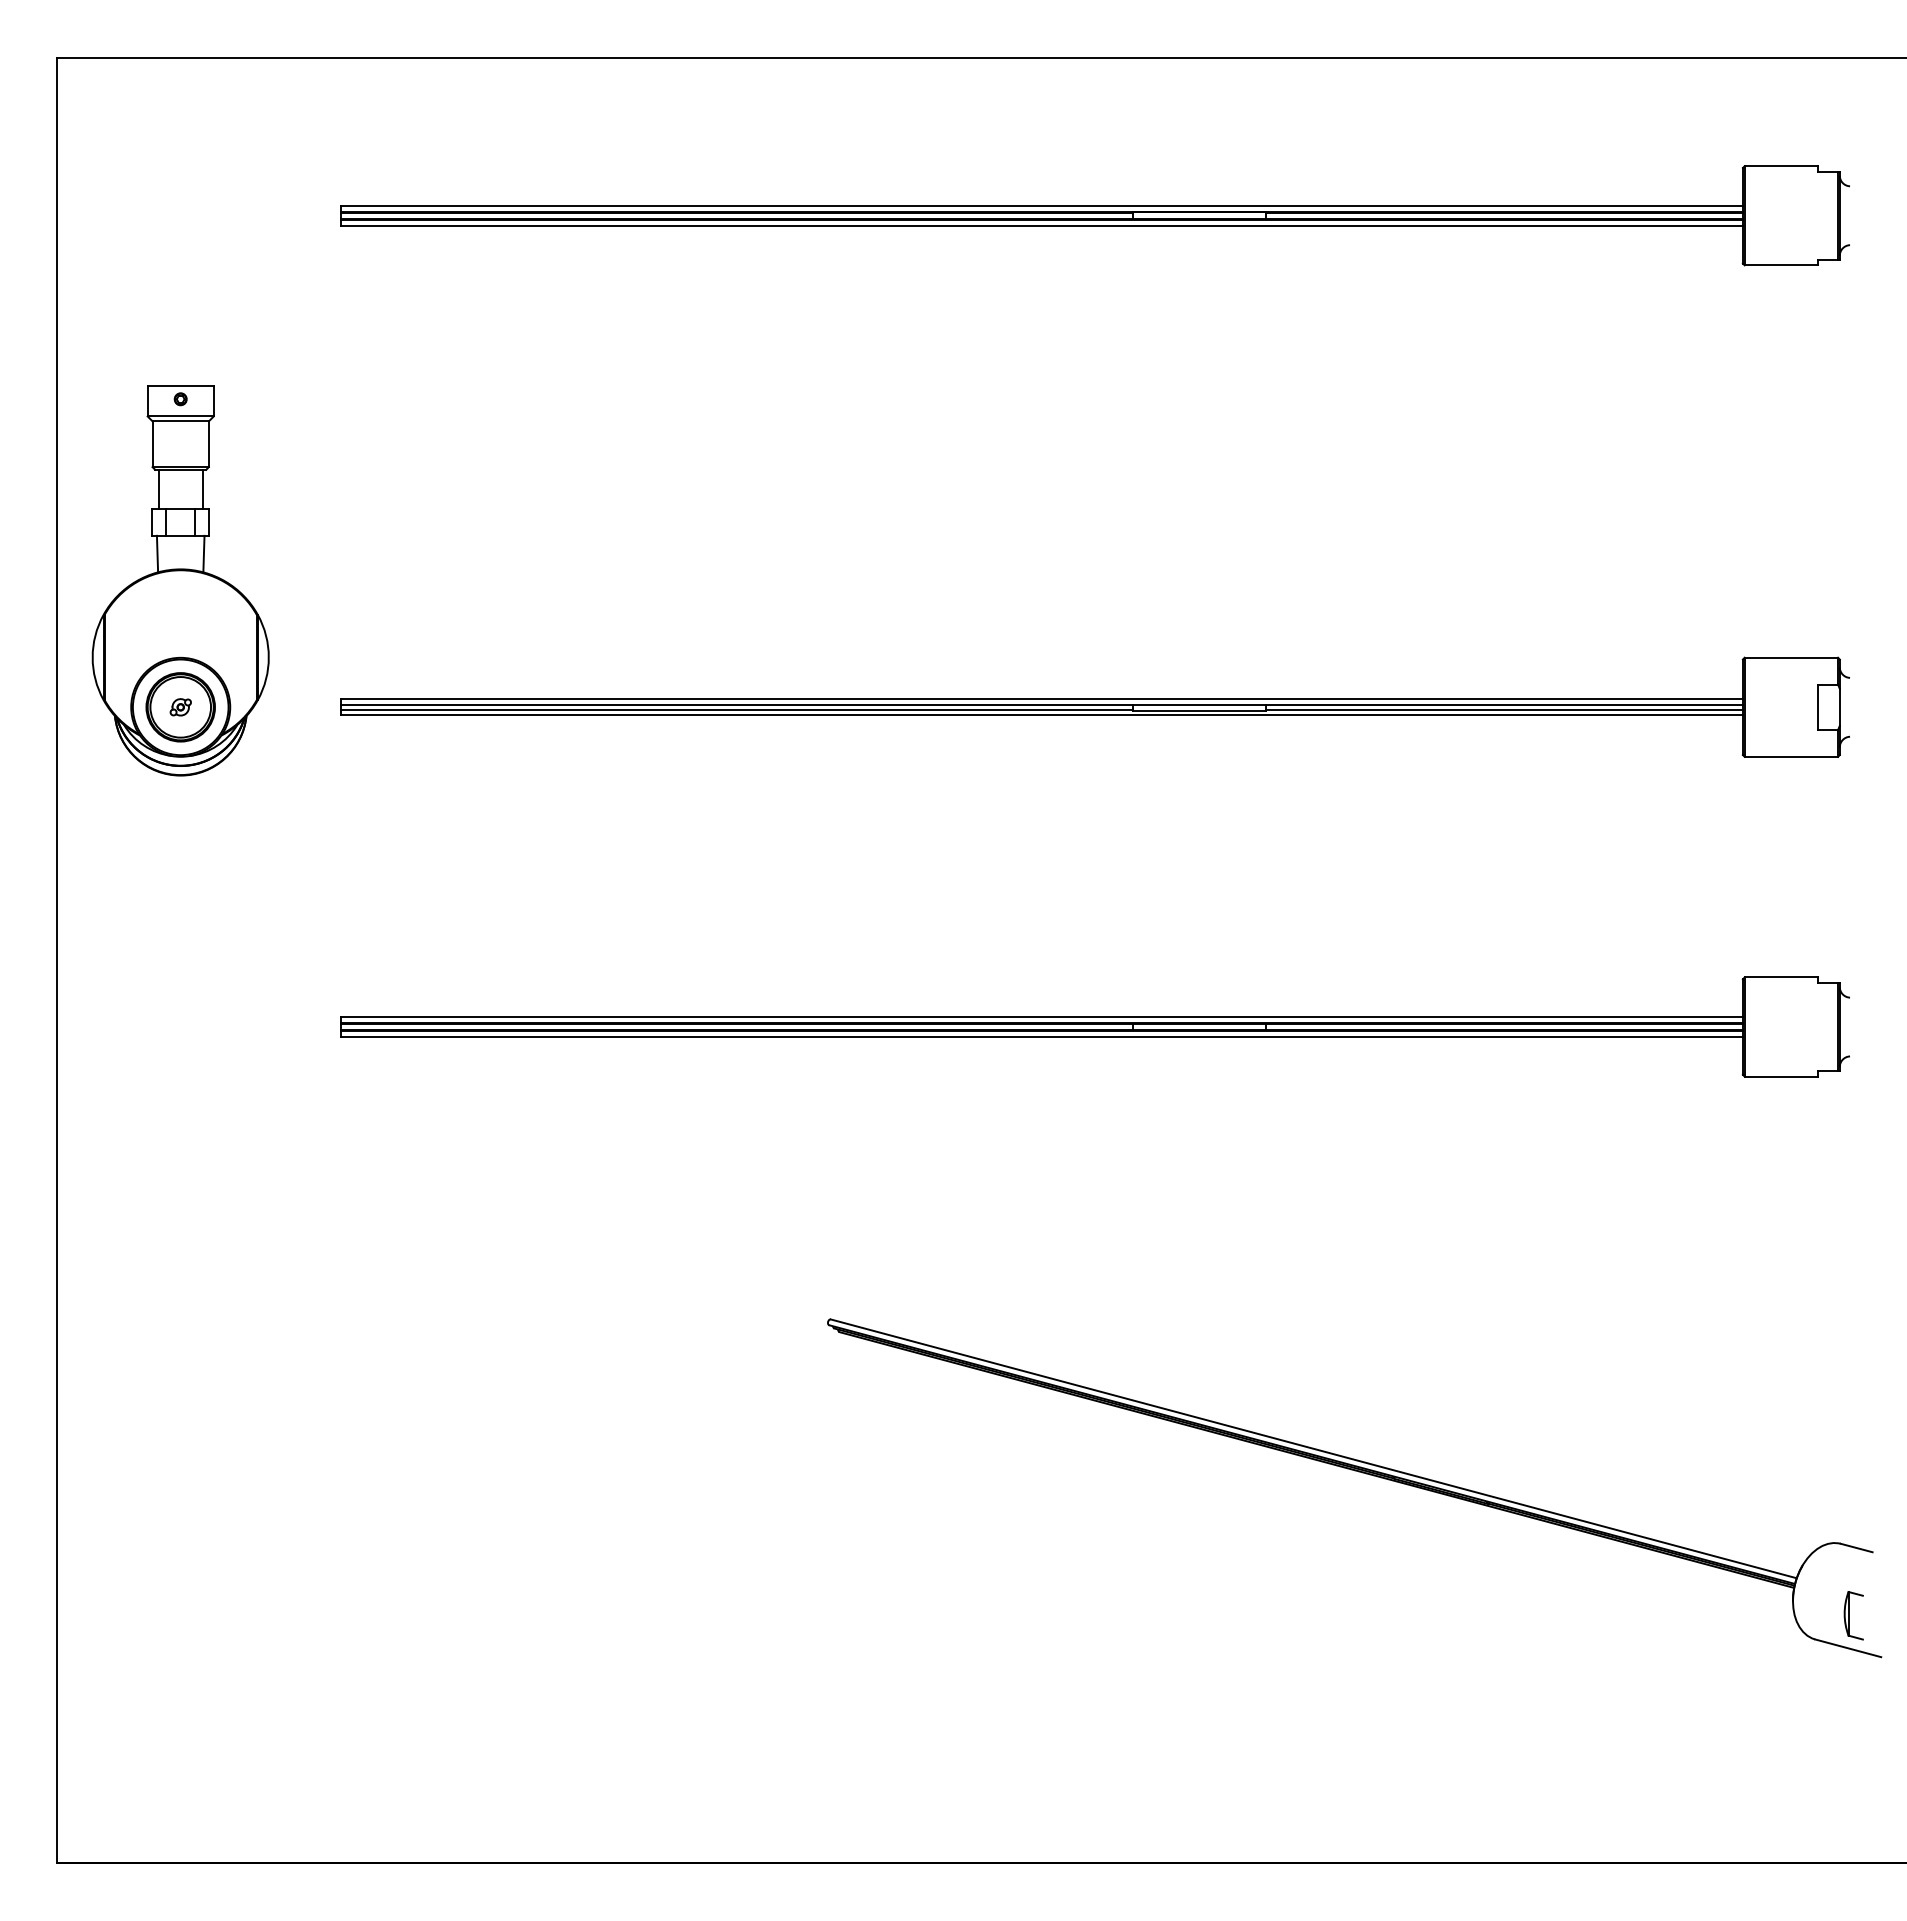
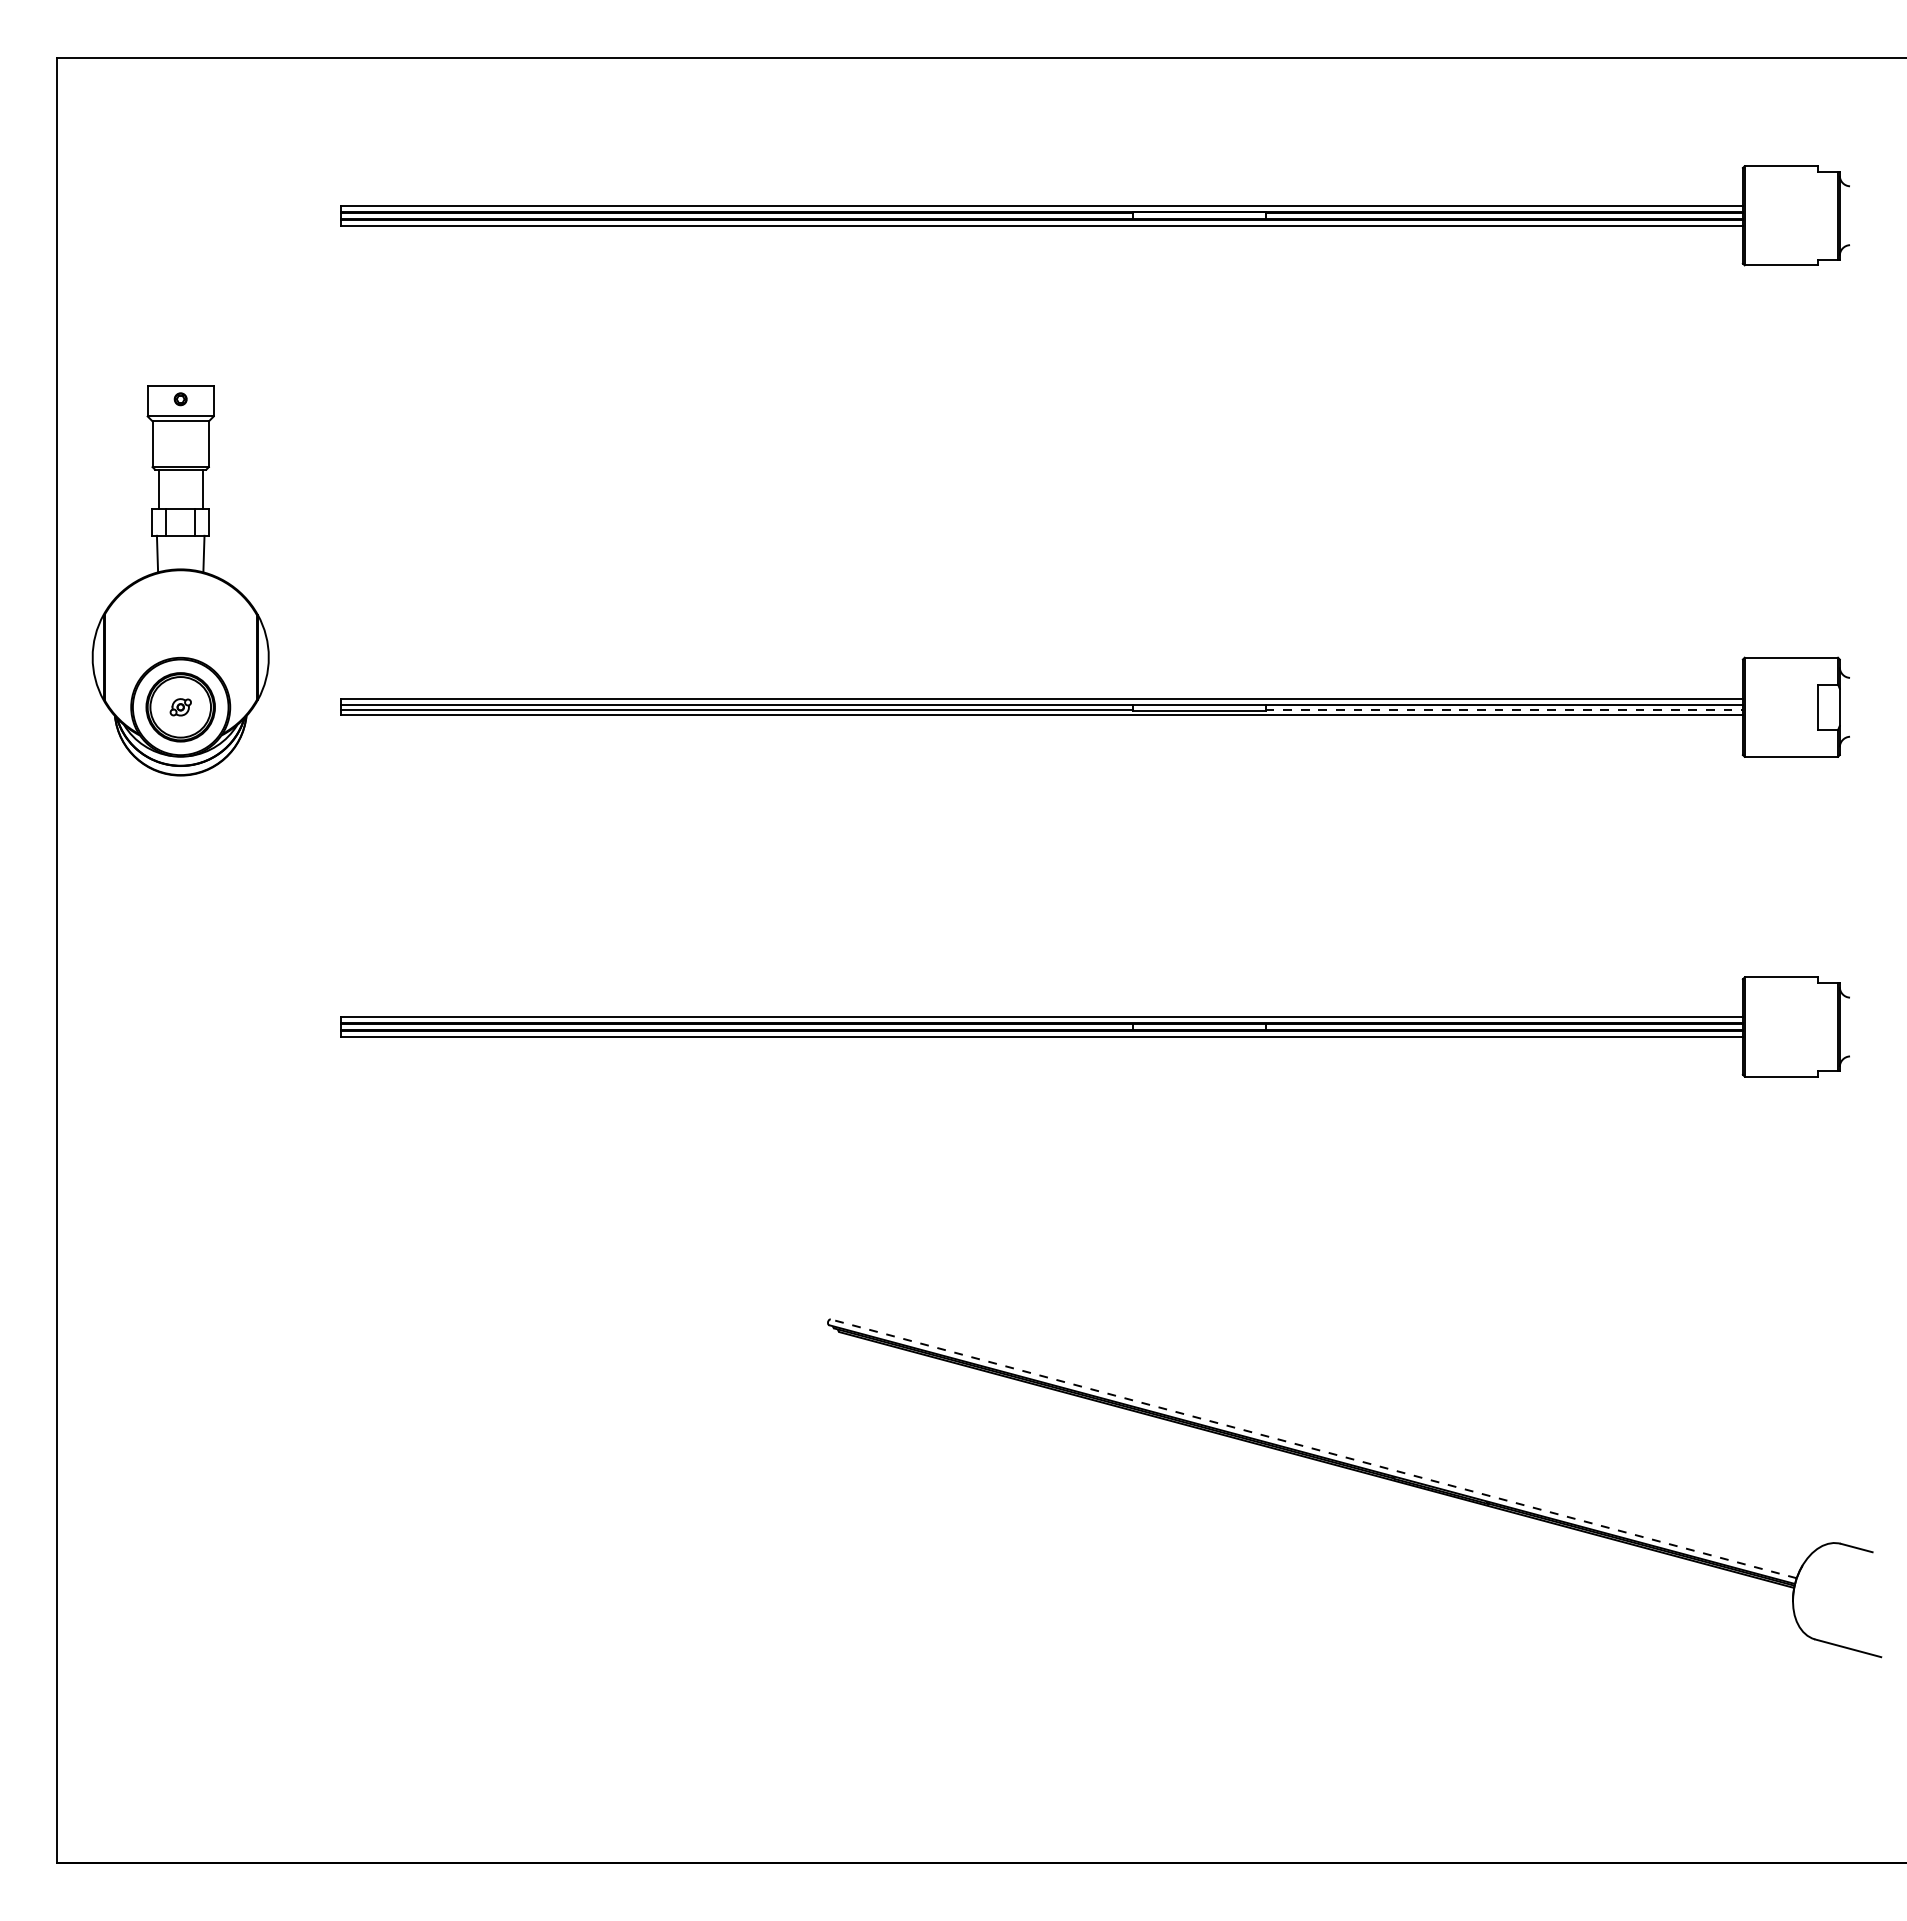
line at (1504, 710): solid -> dashed
line at (1313, 1448): solid -> dashed
part at (1853, 1615): present -> none
